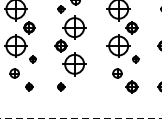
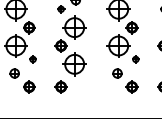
part at (29, 86) size: 9x10 px -> 13x14 px
part at (61, 86) size: 9x10 px -> 14x14 px
line at (81, 118): dashed -> solid
